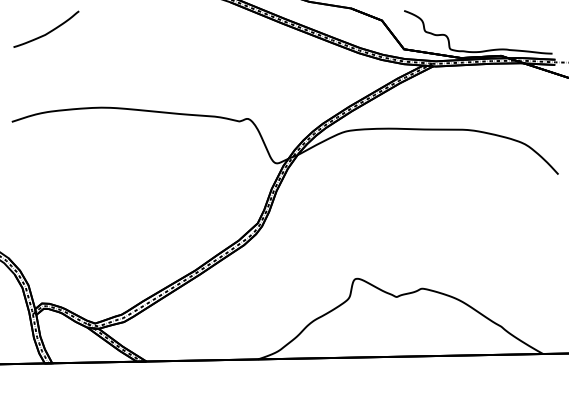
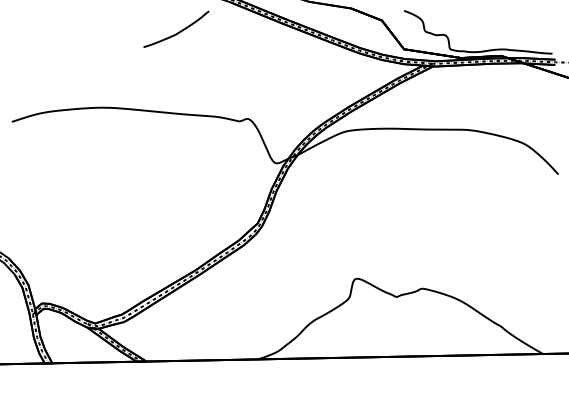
curve at (48, 31) position: (48, 31) -> (178, 31)
